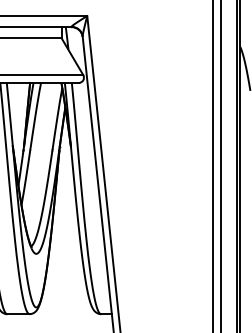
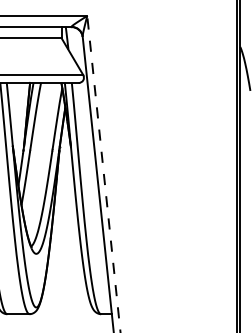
line at (213, 165): present -> none
line at (221, 165): present -> none
line at (103, 173): solid -> dashed
